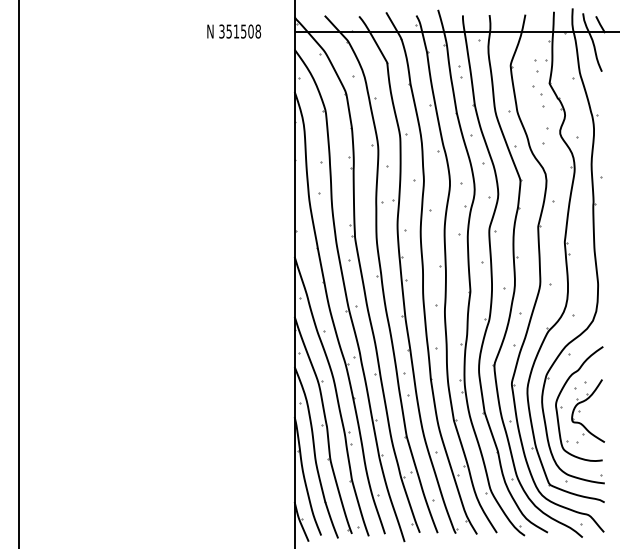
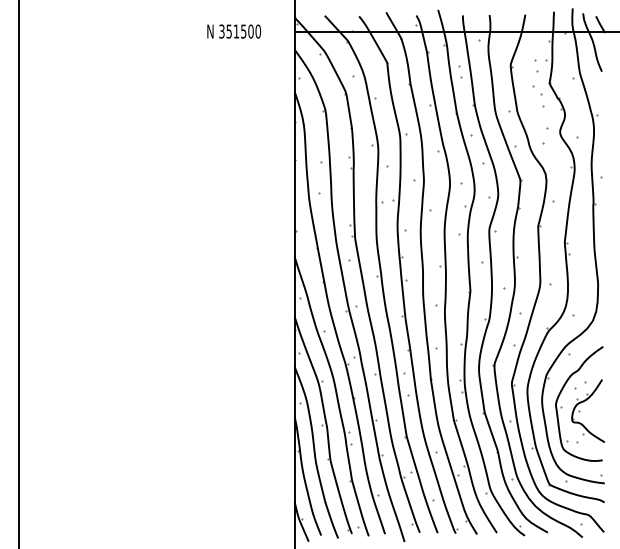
text at (258, 31): 351508 -> 351500
